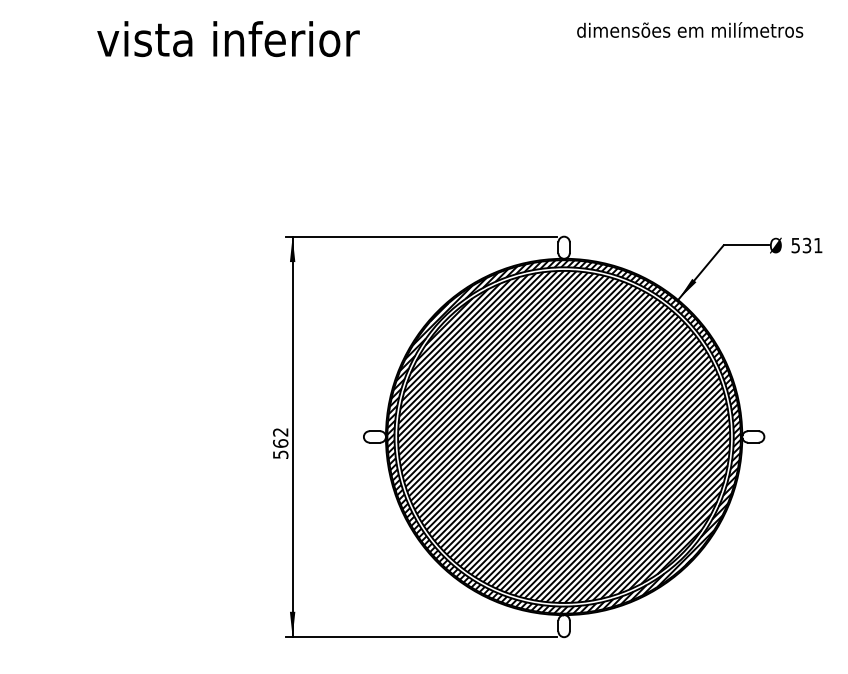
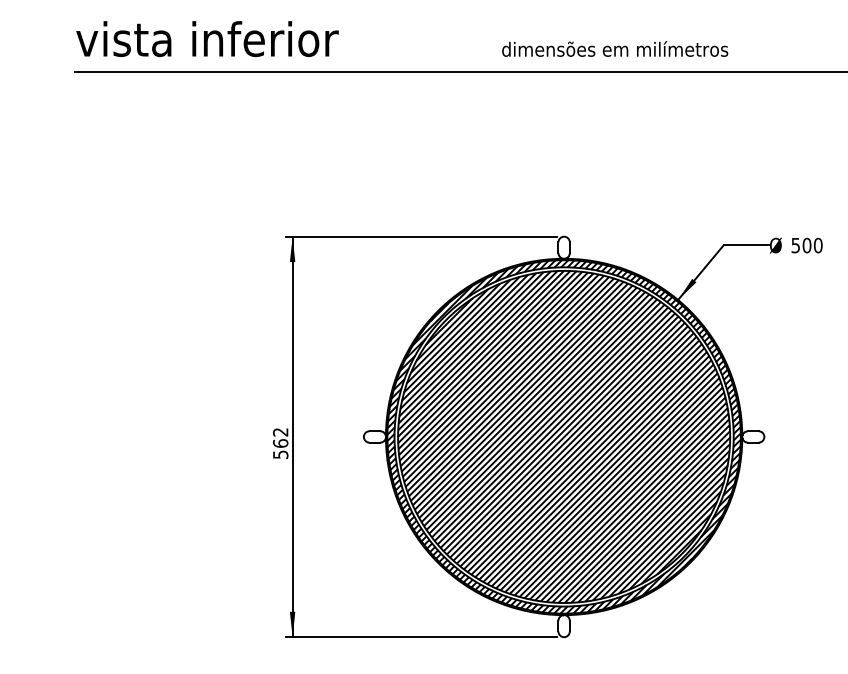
text at (690, 29) position: (690, 29) -> (615, 48)
text at (228, 39) position: (228, 39) -> (207, 39)
line at (459, 71): none -> present
text at (812, 245): 531 -> 500
